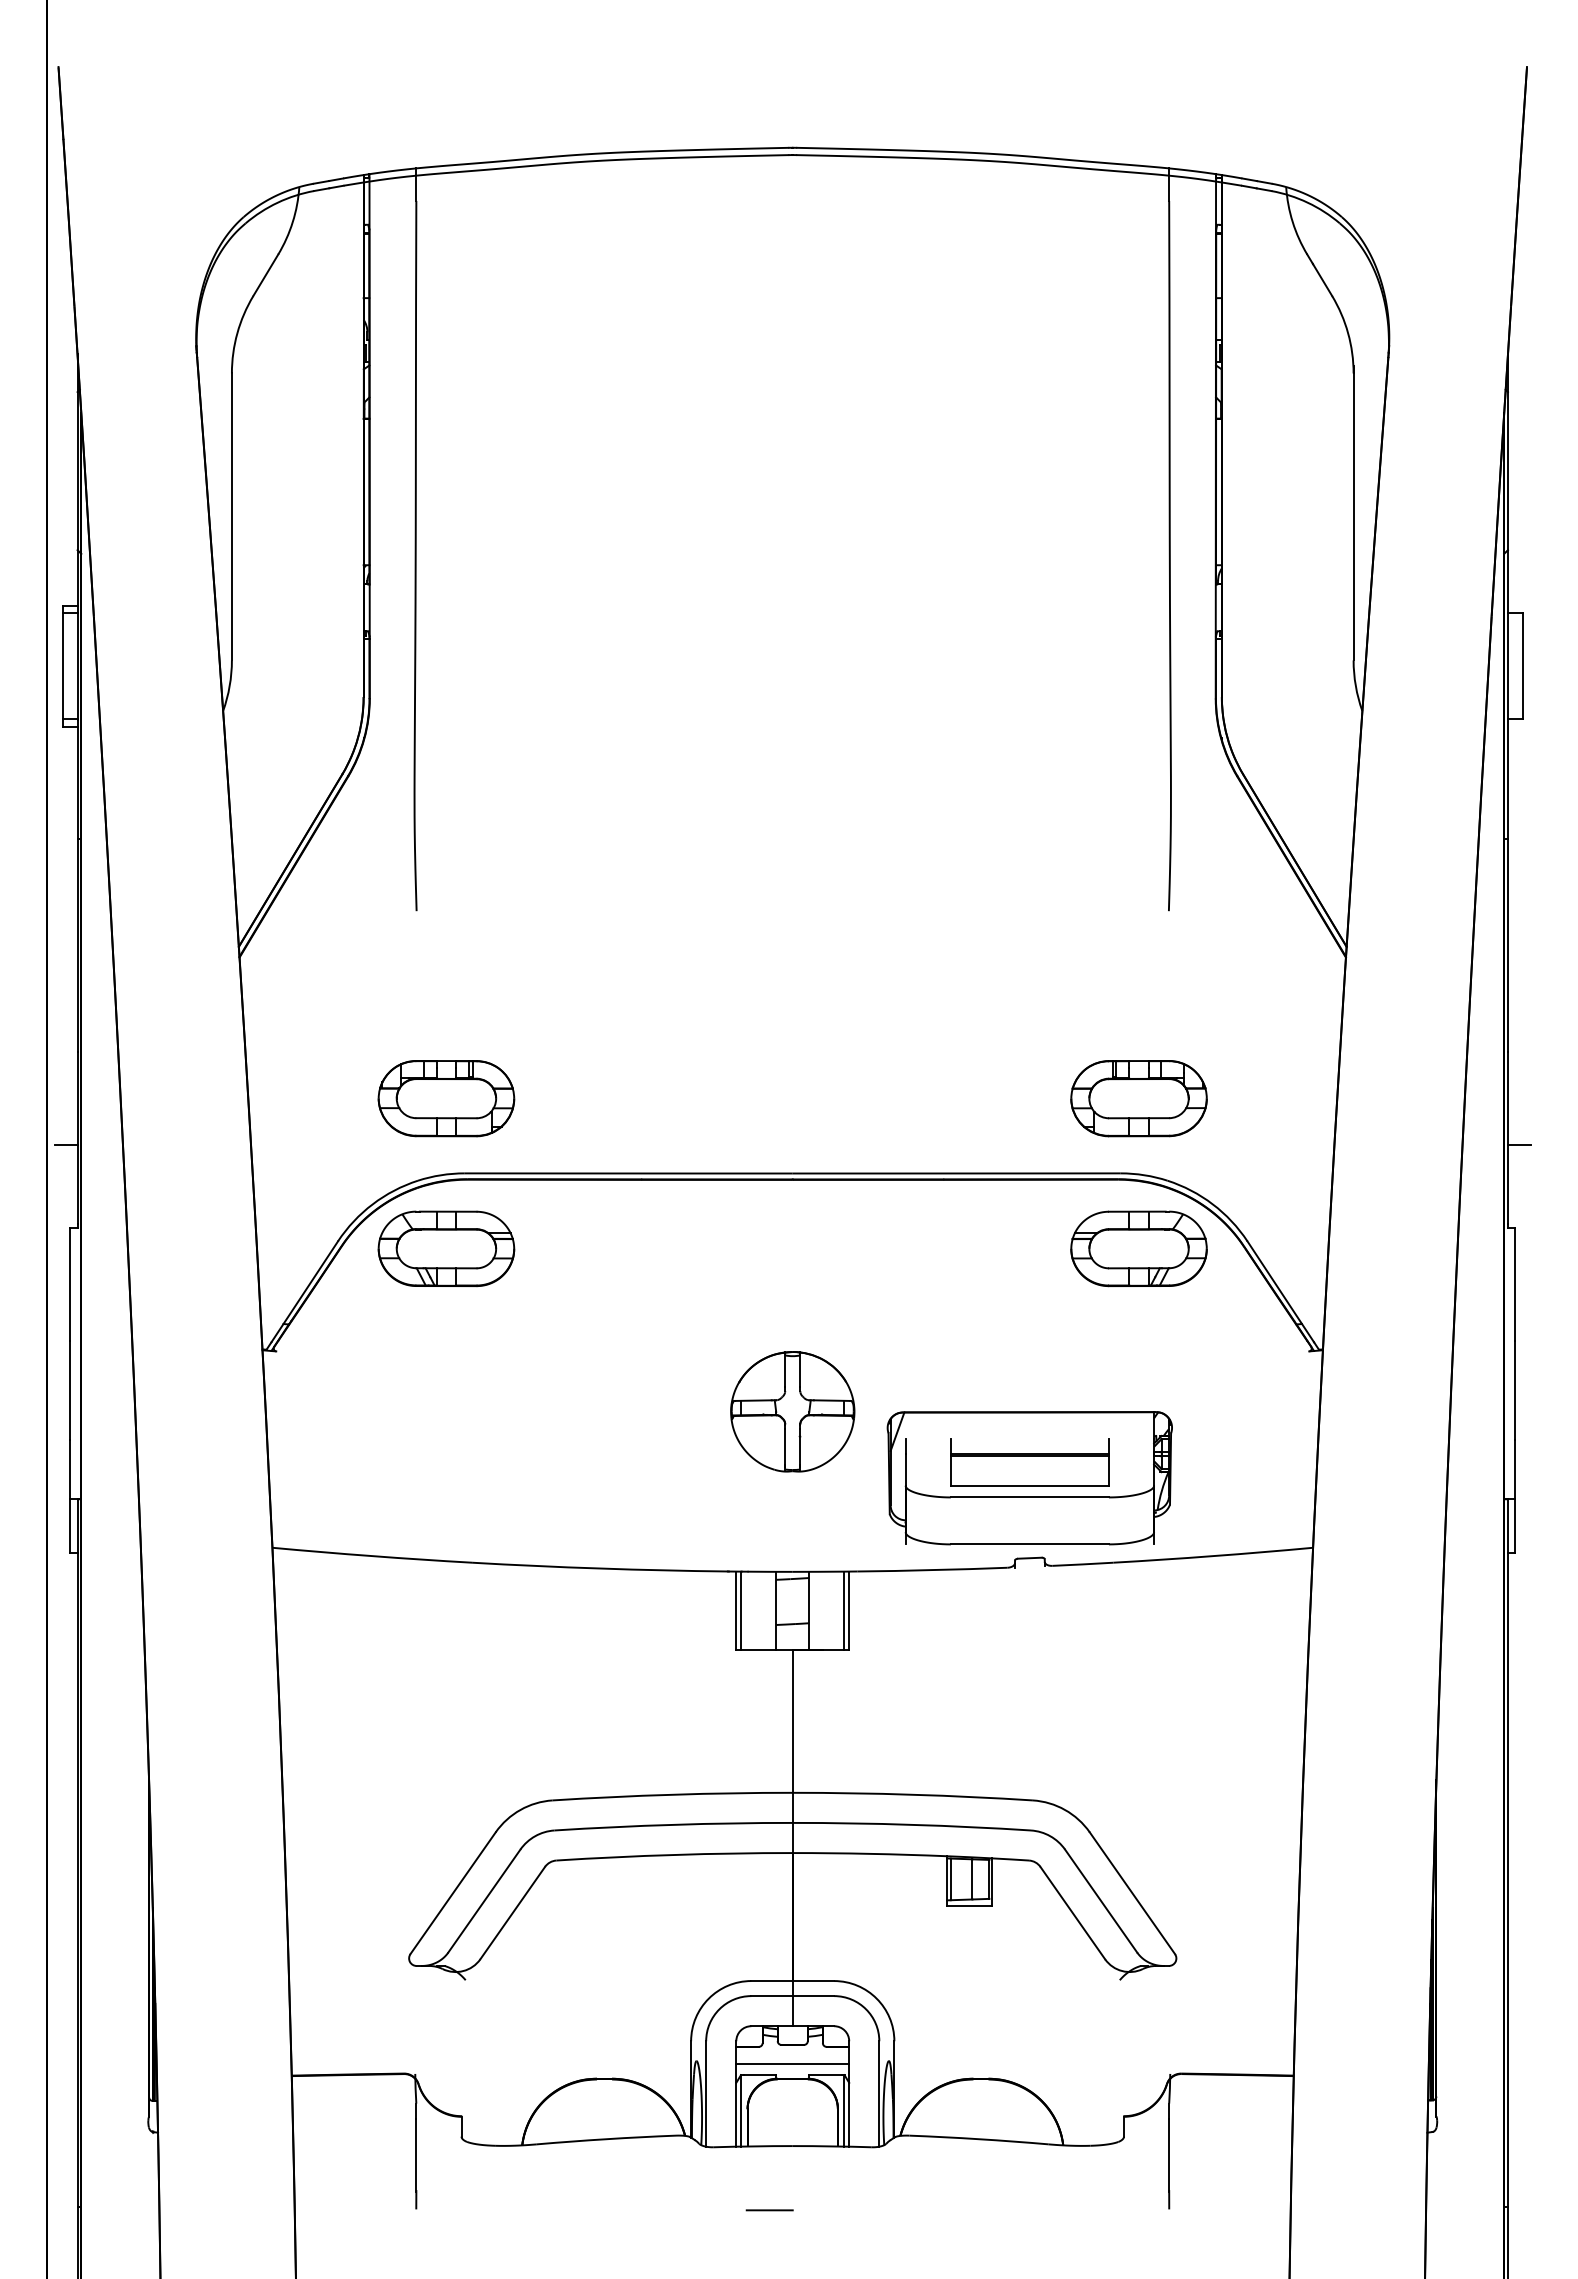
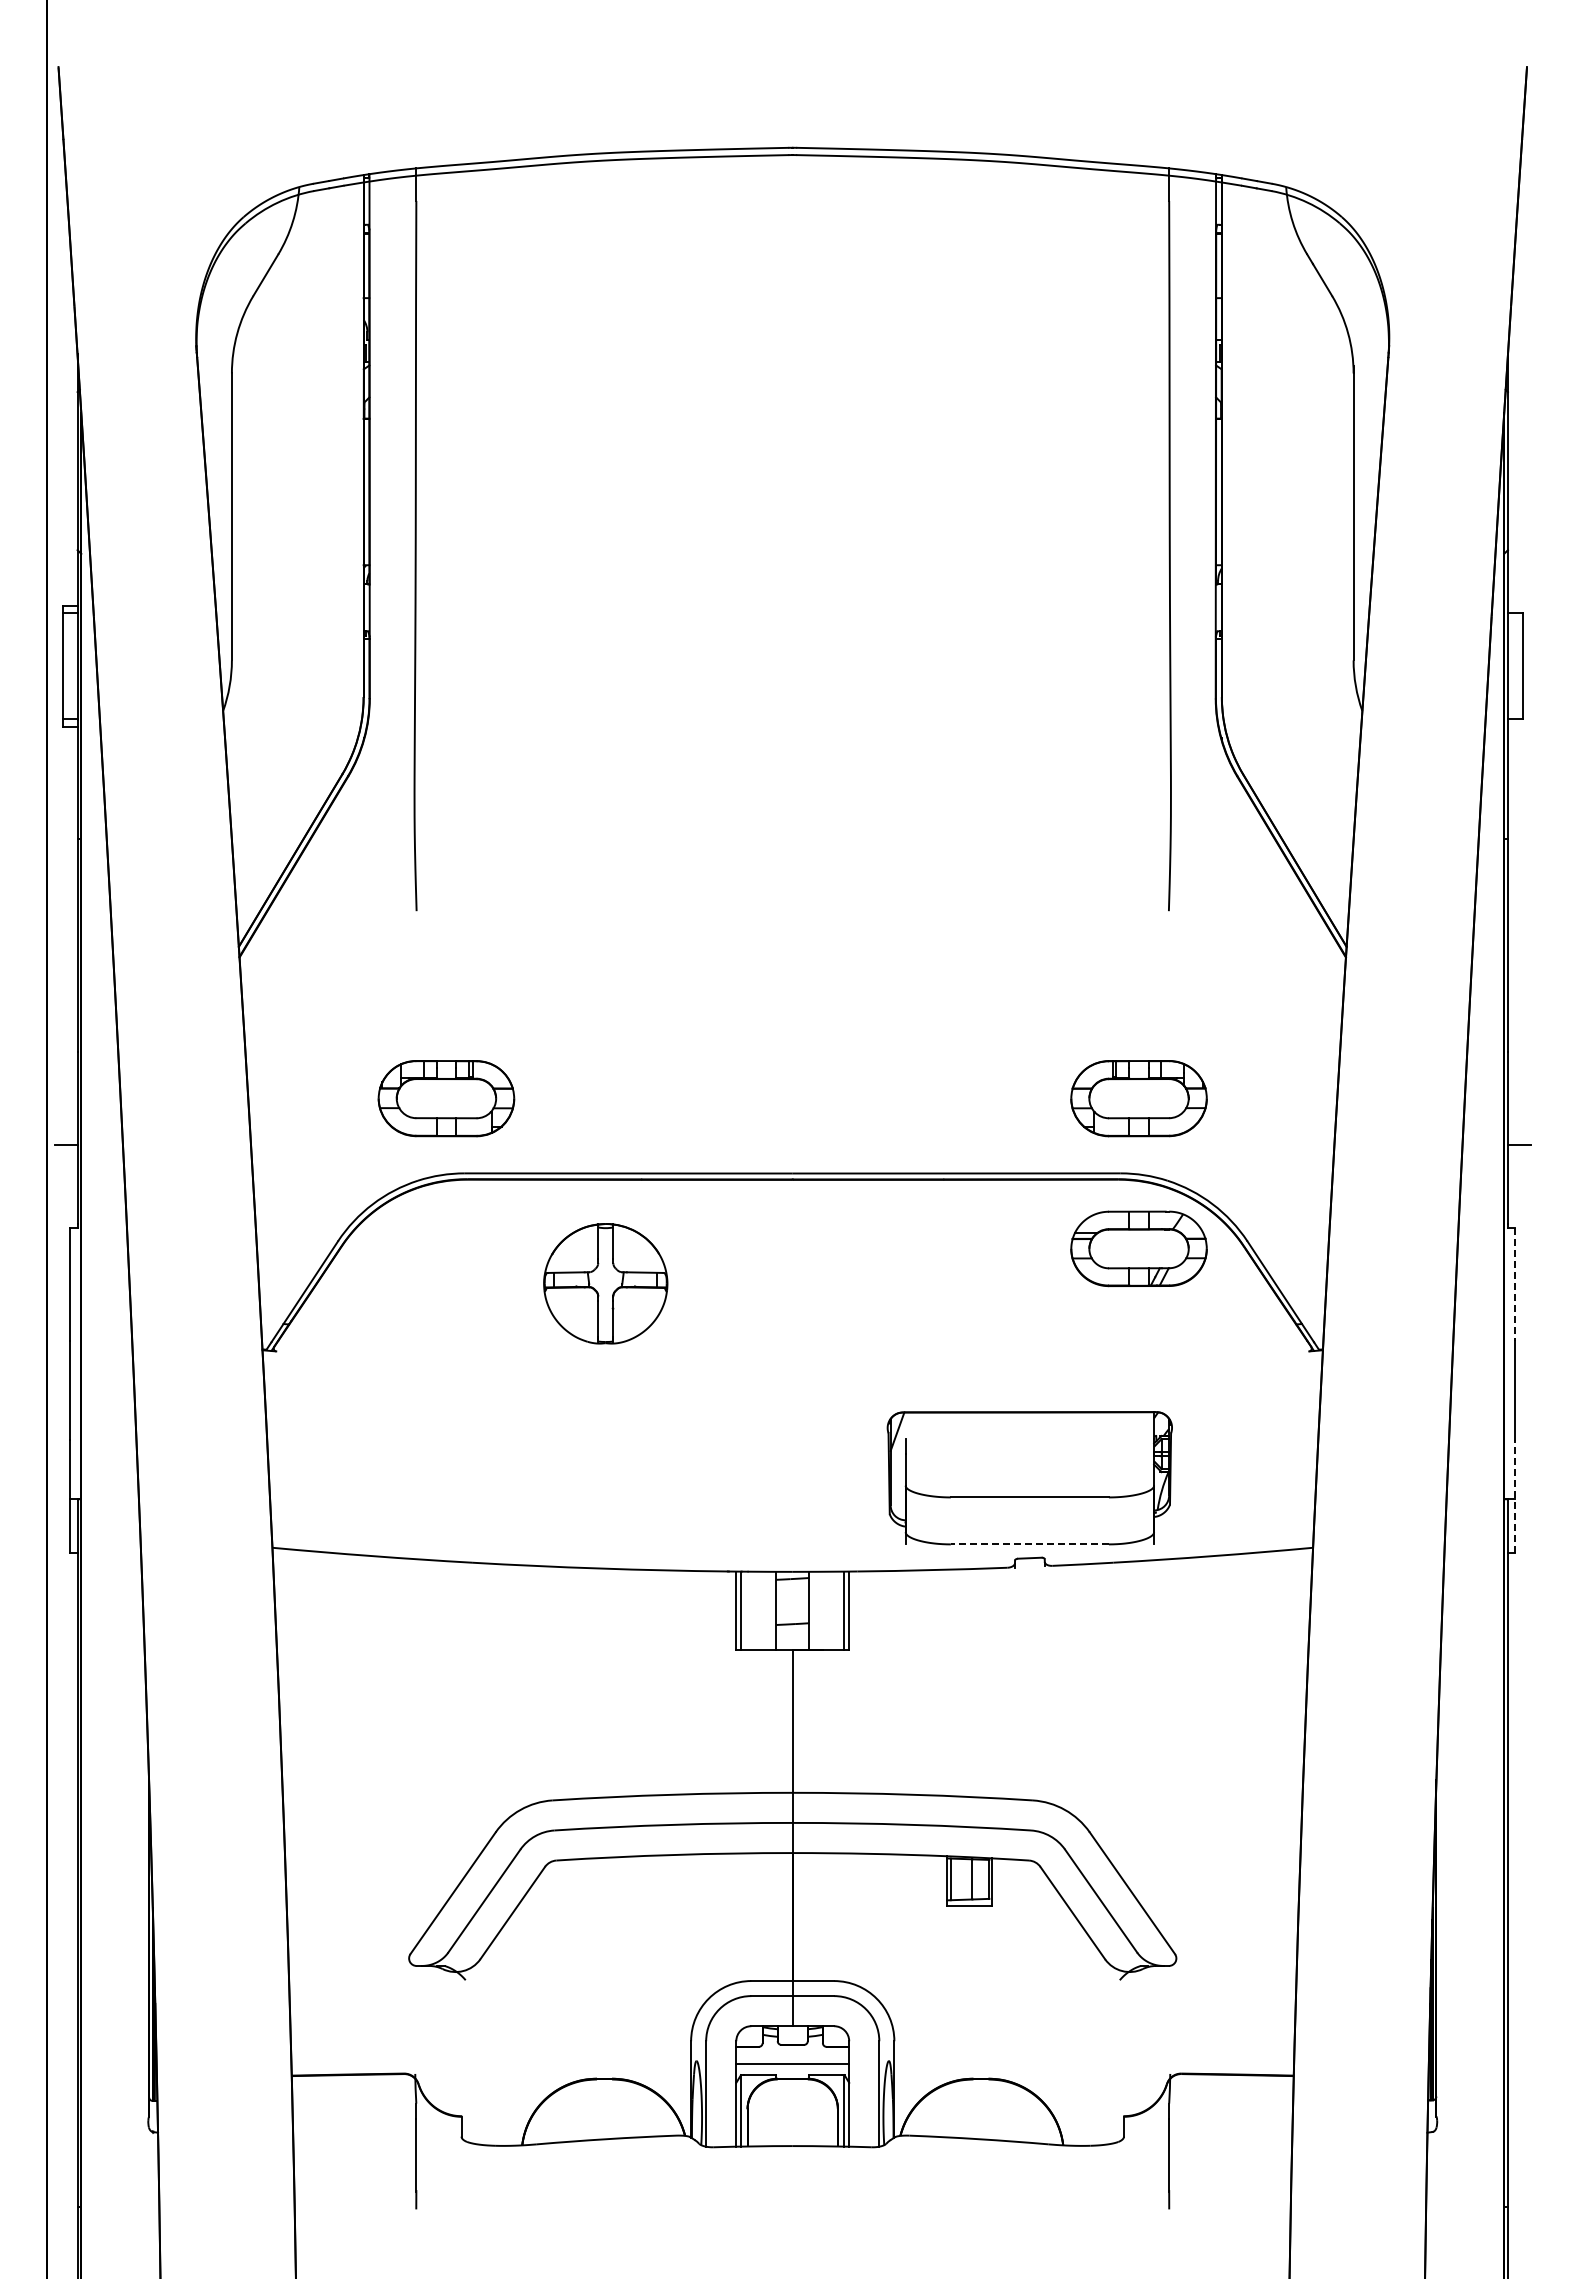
part at (446, 1248): present -> none
line at (1515, 1284): solid -> dashed
part at (792, 1411) position: (792, 1411) -> (605, 1283)
part at (1029, 1462): present -> none
line at (1515, 1496): solid -> dashed
line at (1029, 1544): solid -> dashed
line at (769, 2210): present -> none
